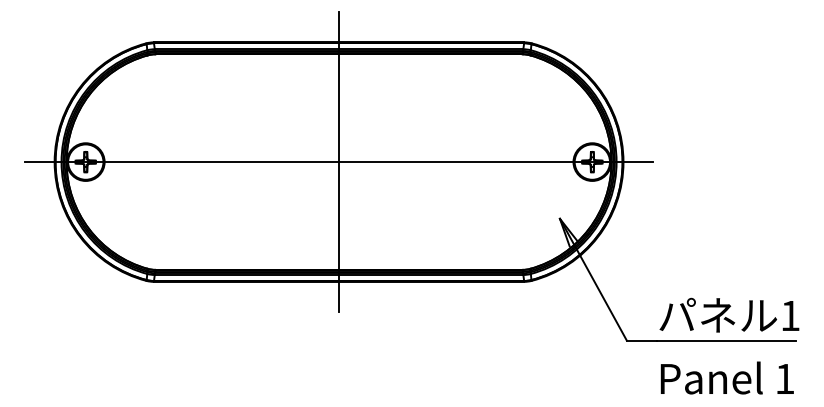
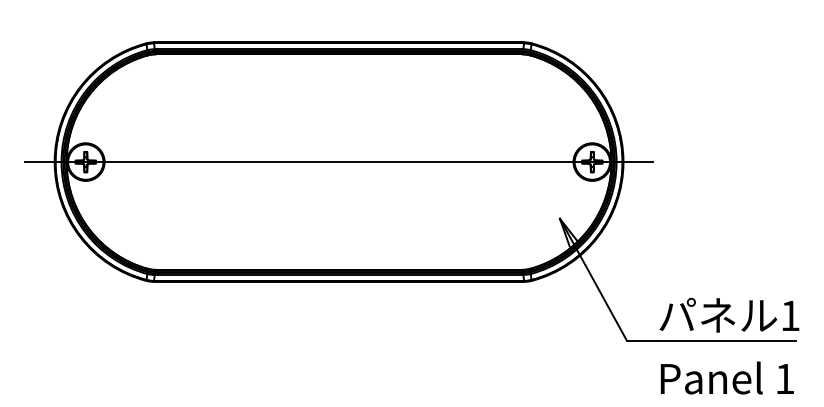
line at (339, 161): present -> none
